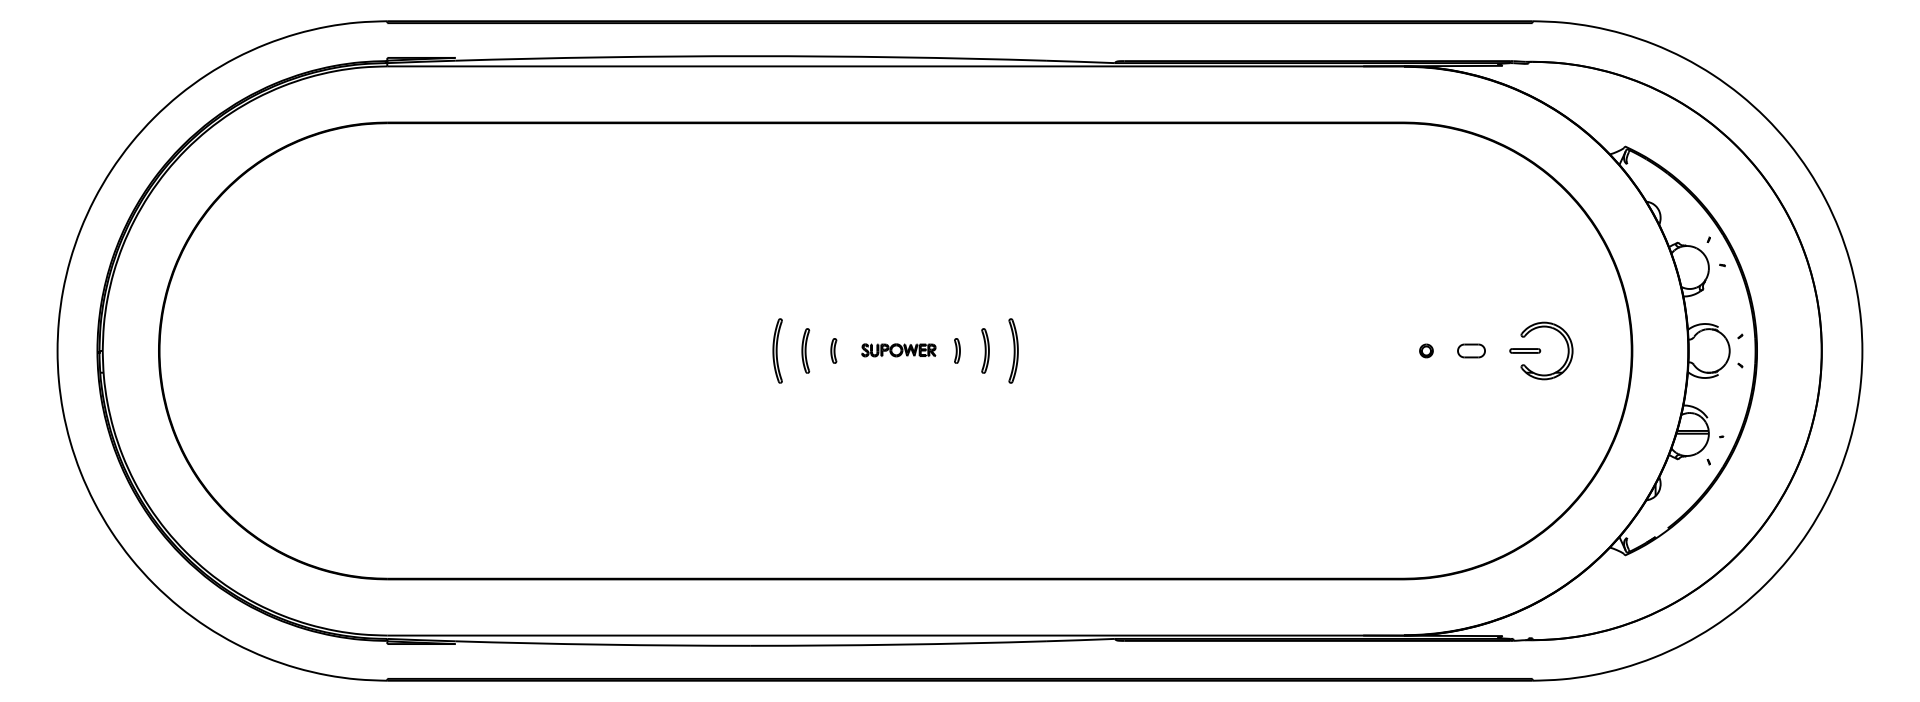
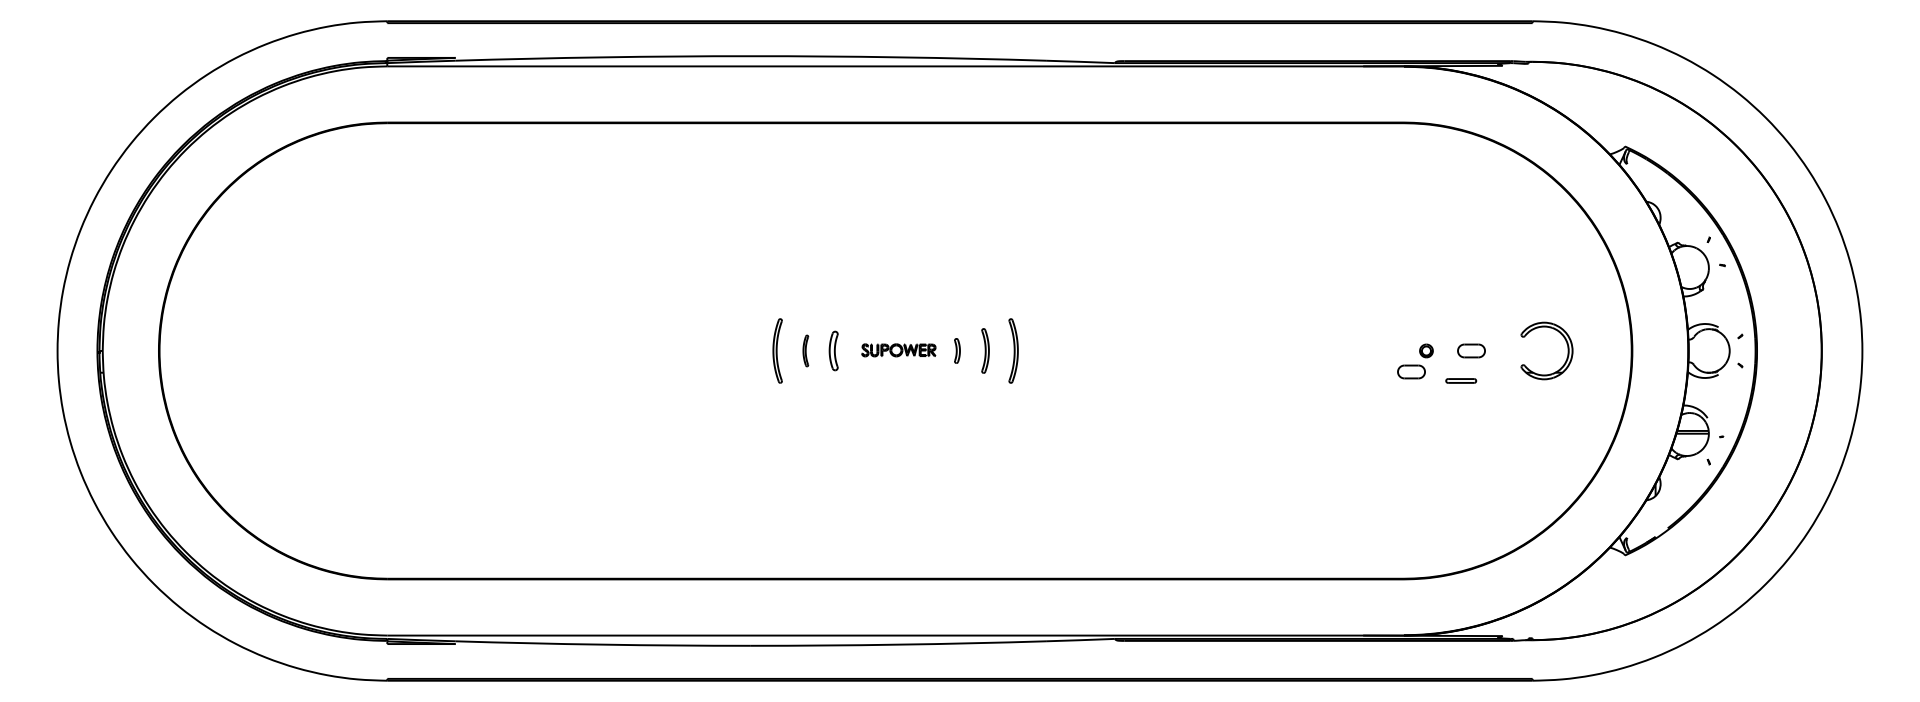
part at (805, 350) size: 10x46 px -> 8x34 px
part at (833, 350) size: 8x26 px -> 11x42 px
part at (1525, 350) position: (1525, 350) -> (1461, 380)
part at (1411, 371): none -> present
